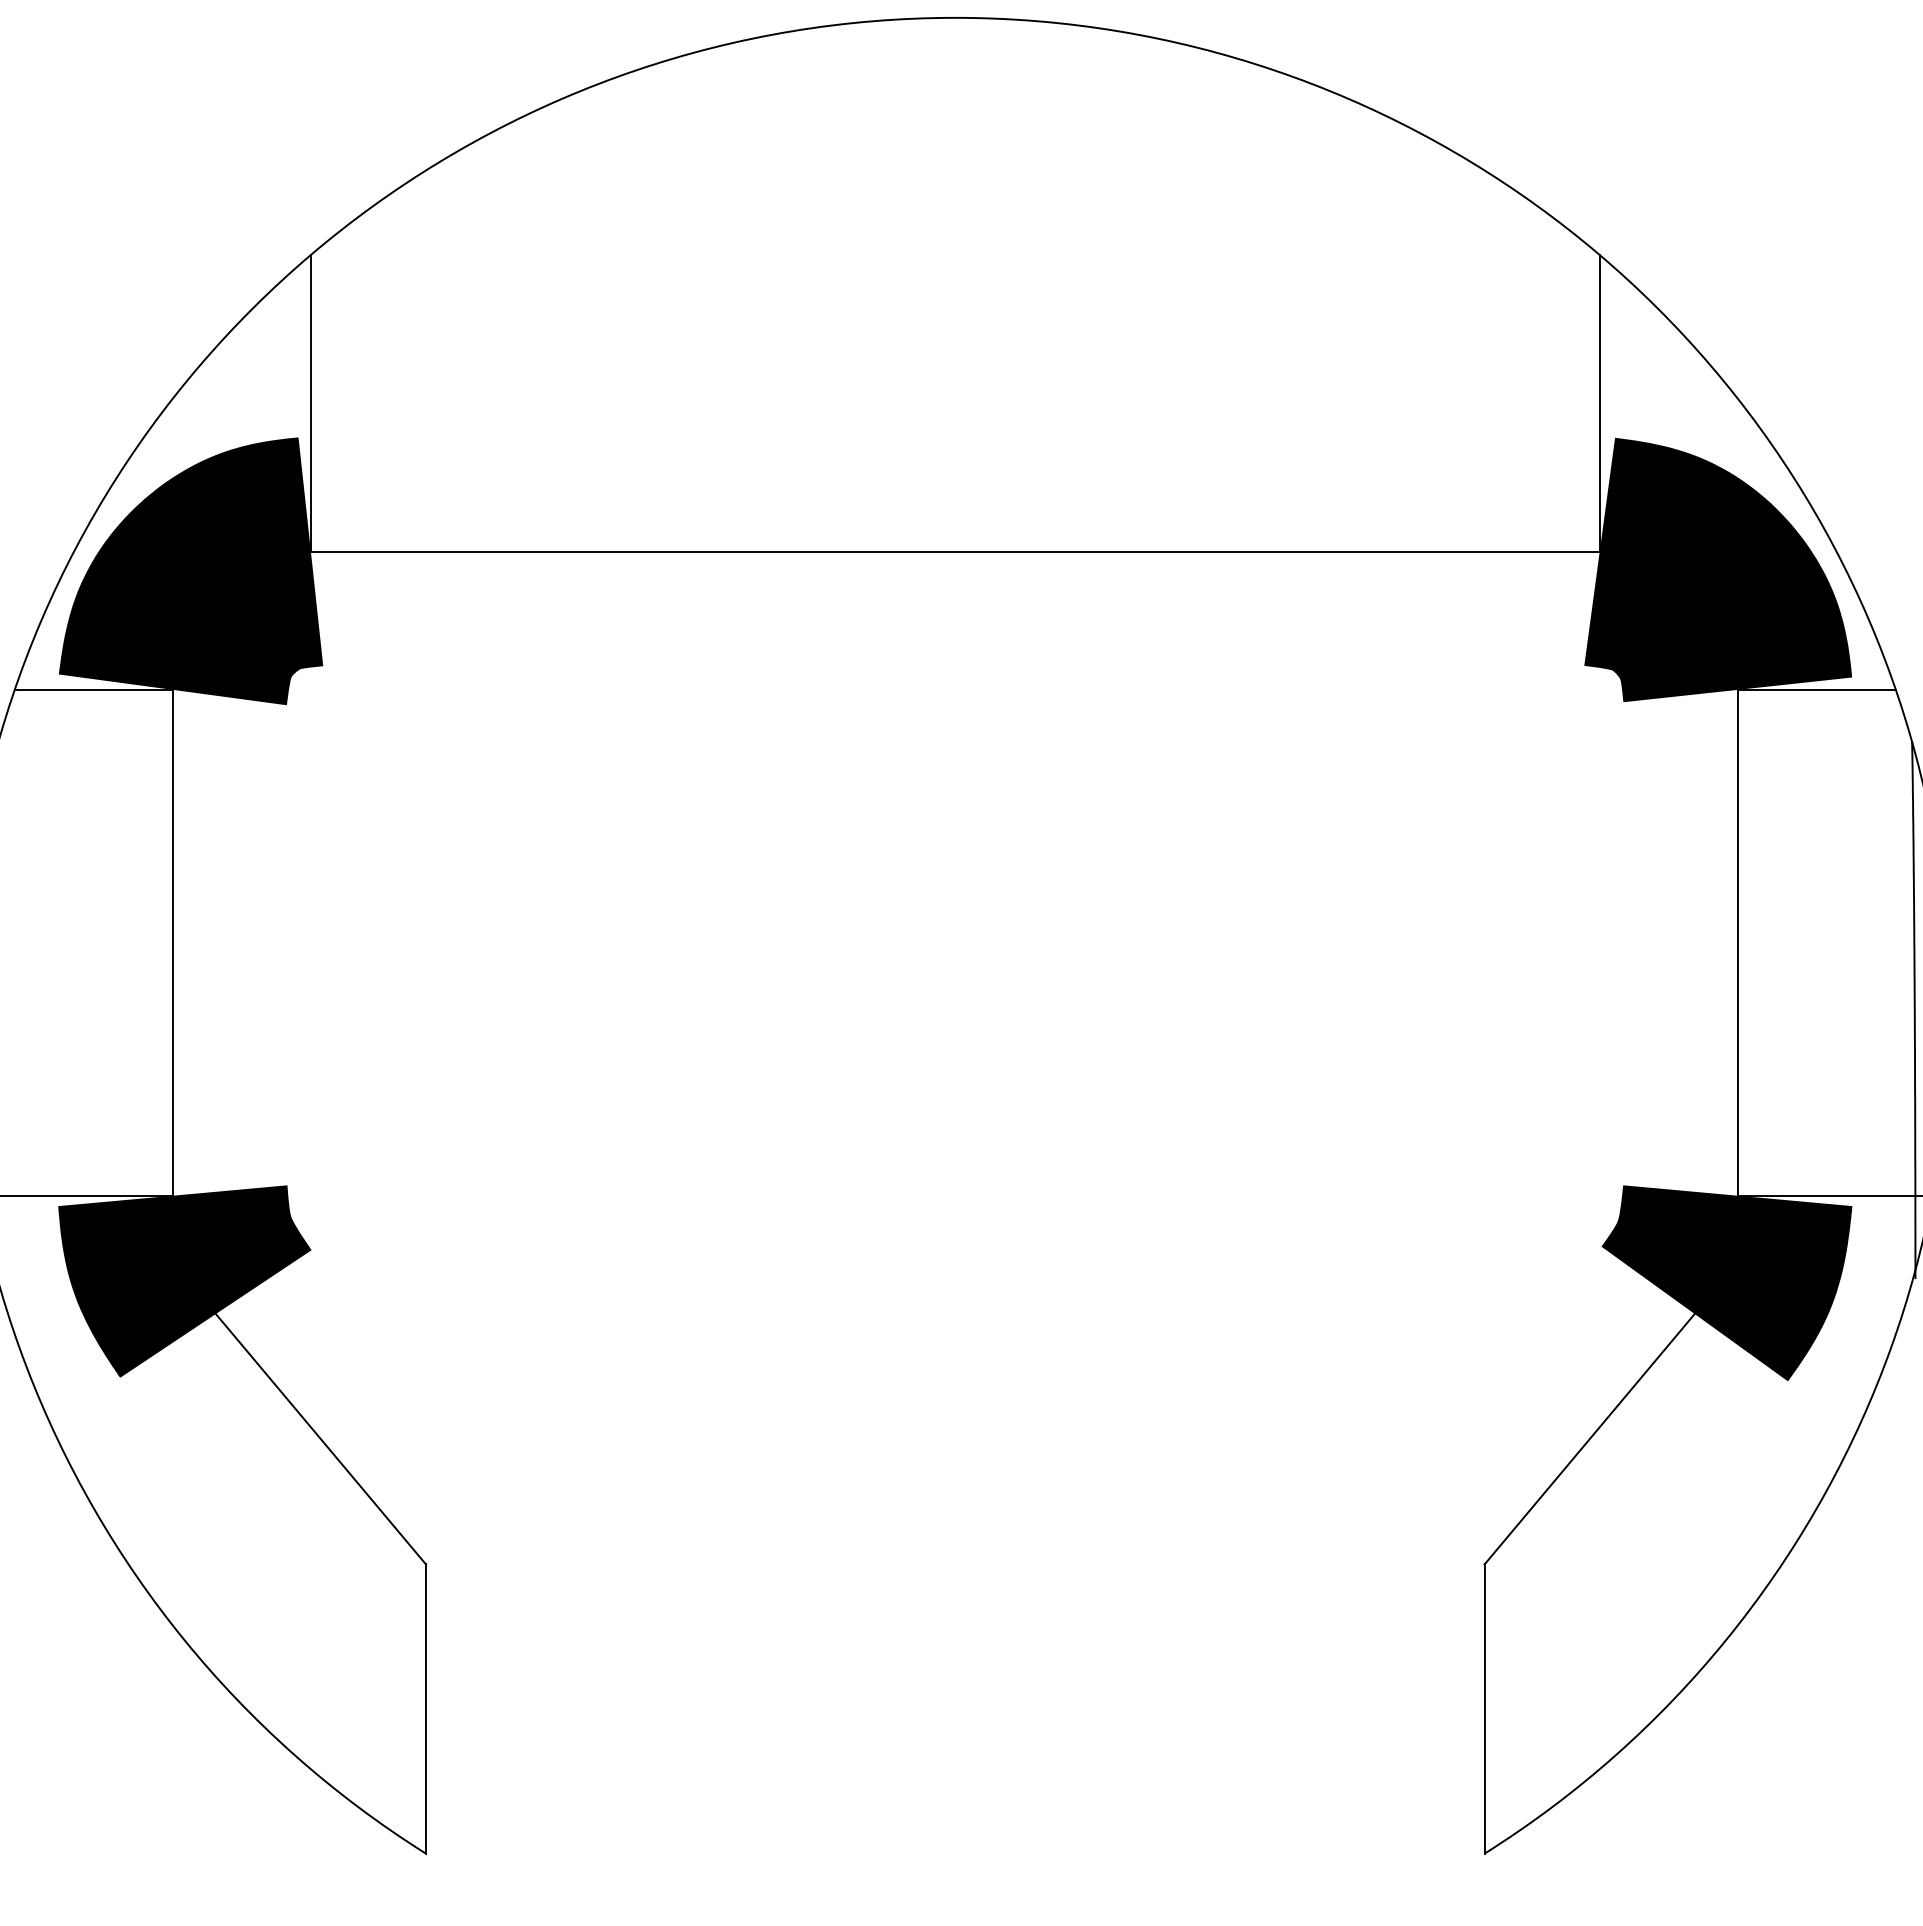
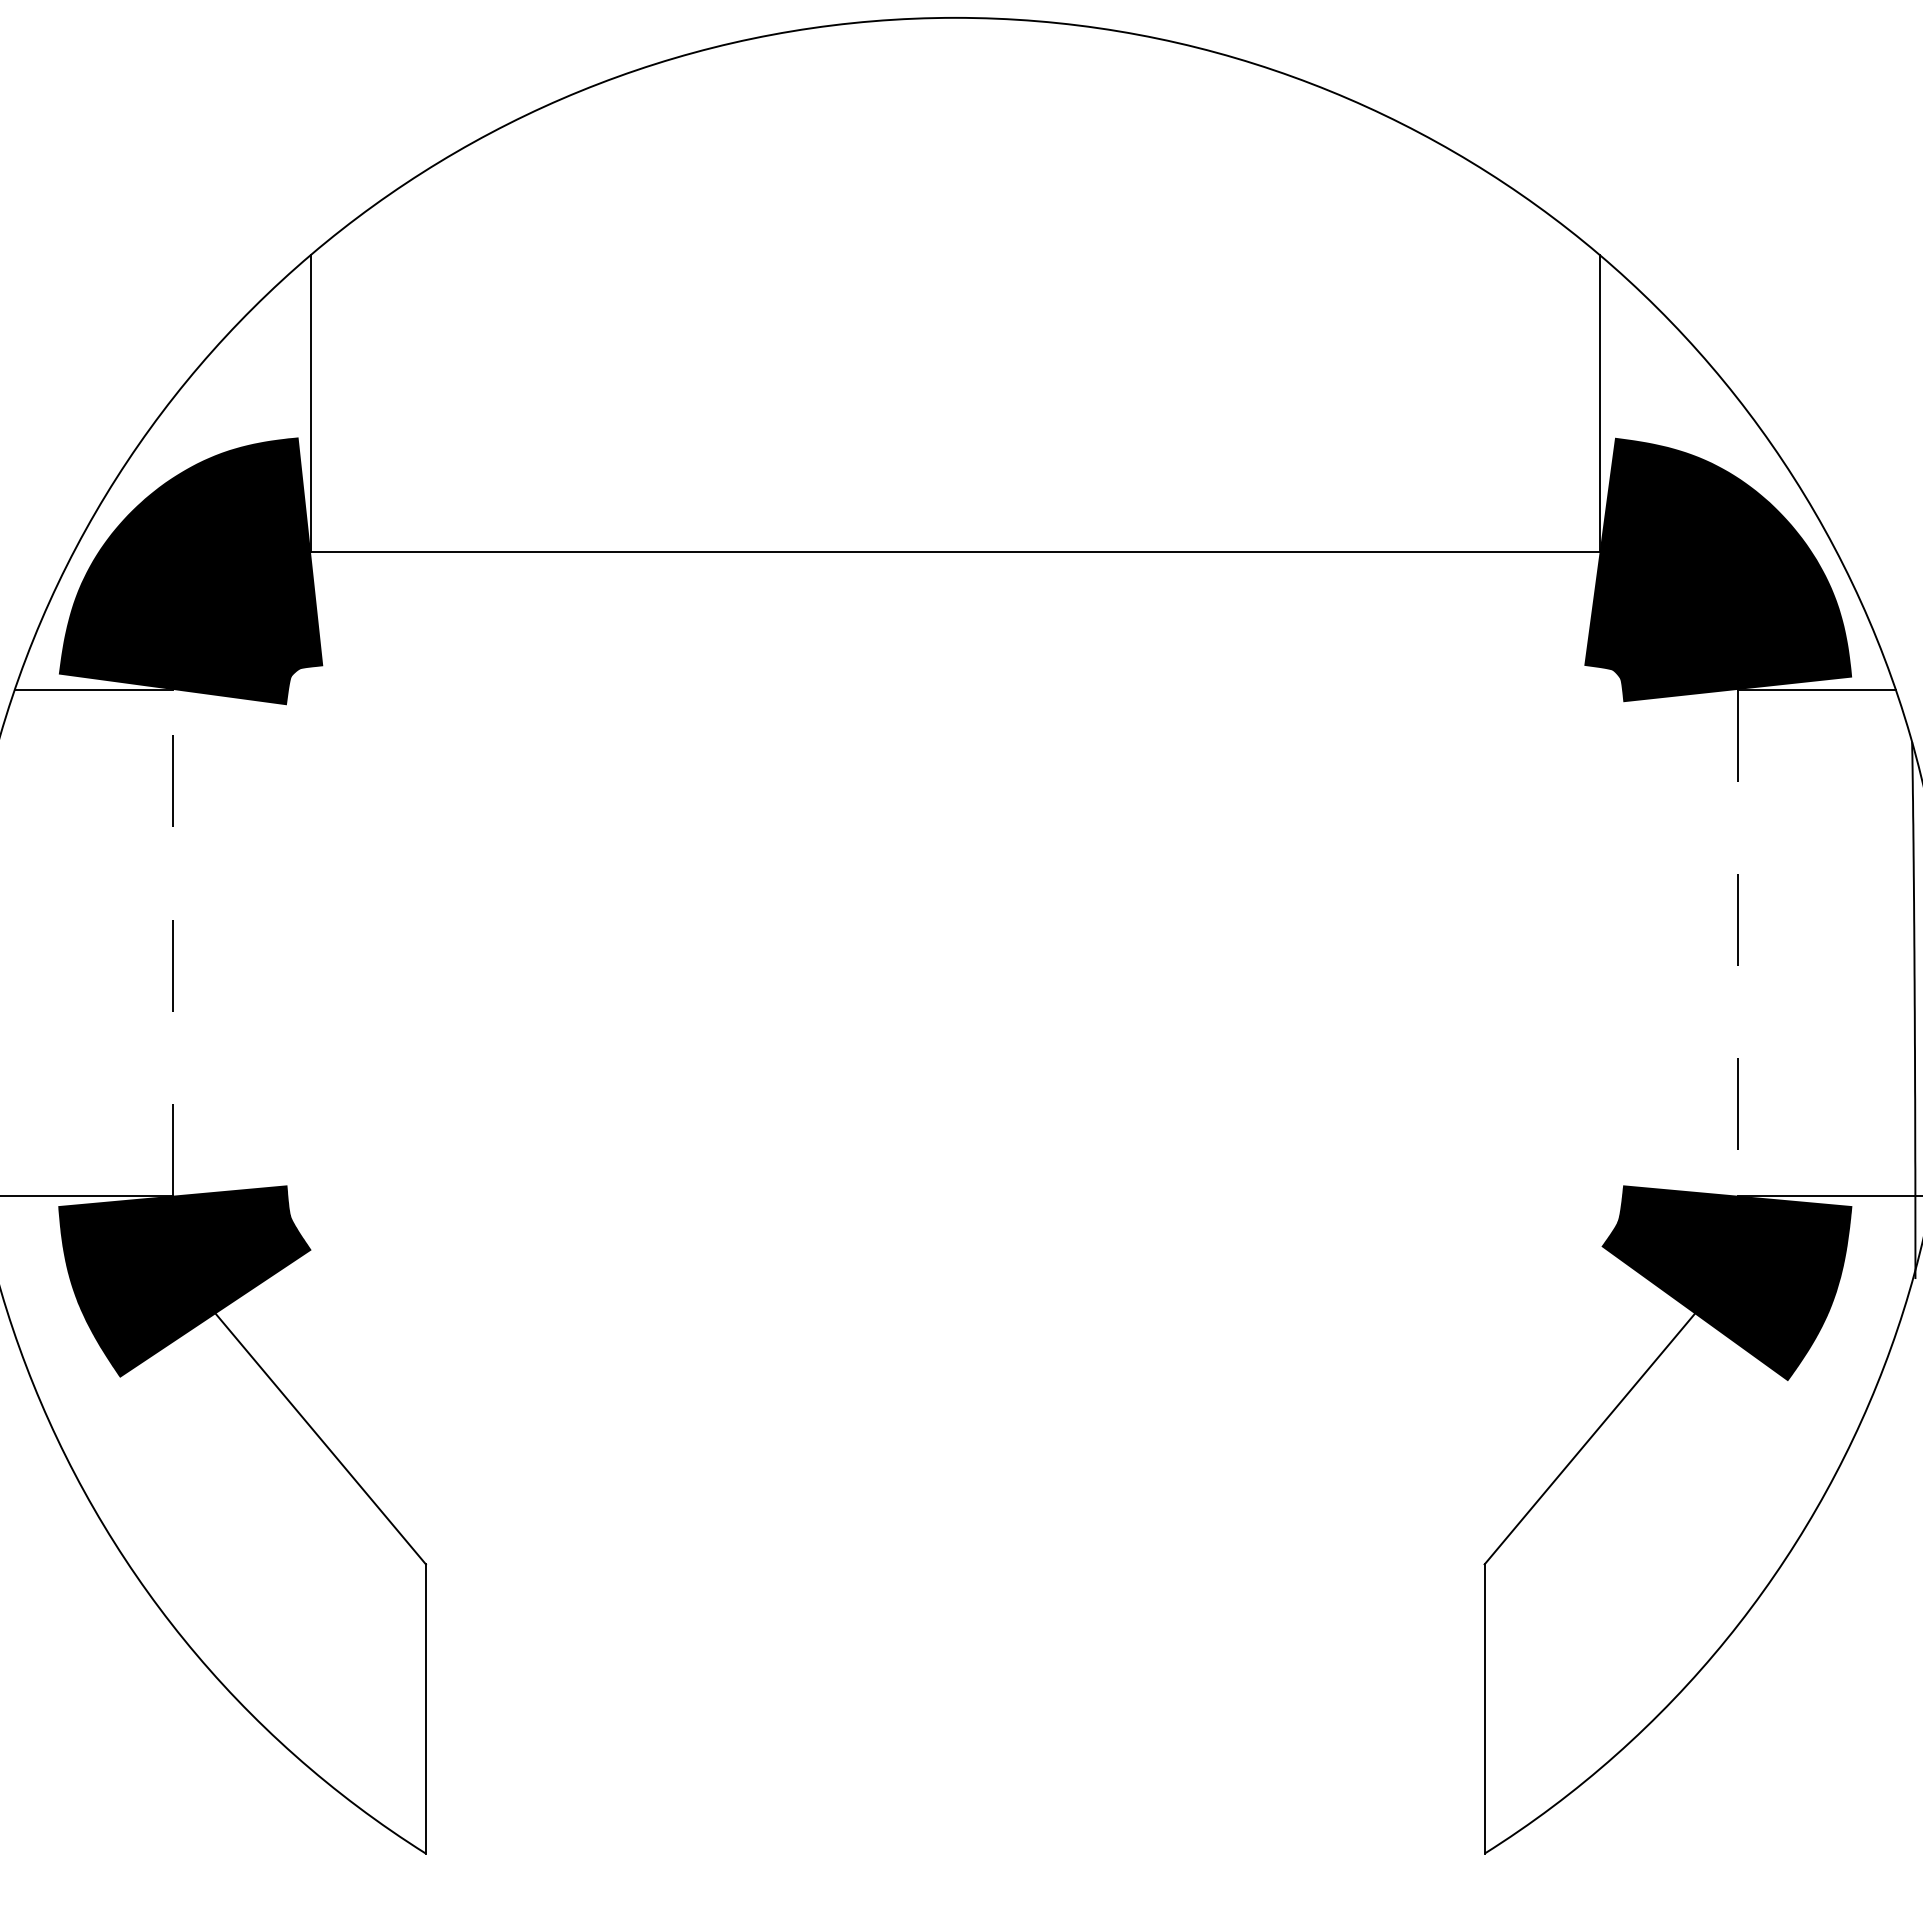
line at (172, 942): solid -> dashed
line at (1737, 942): solid -> dashed
